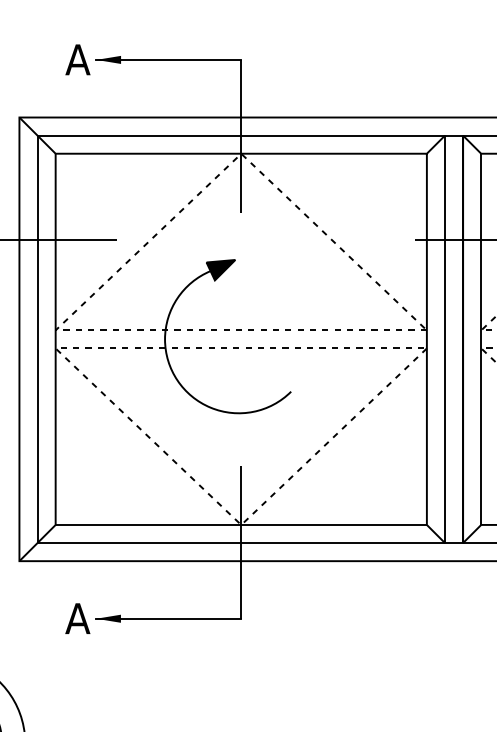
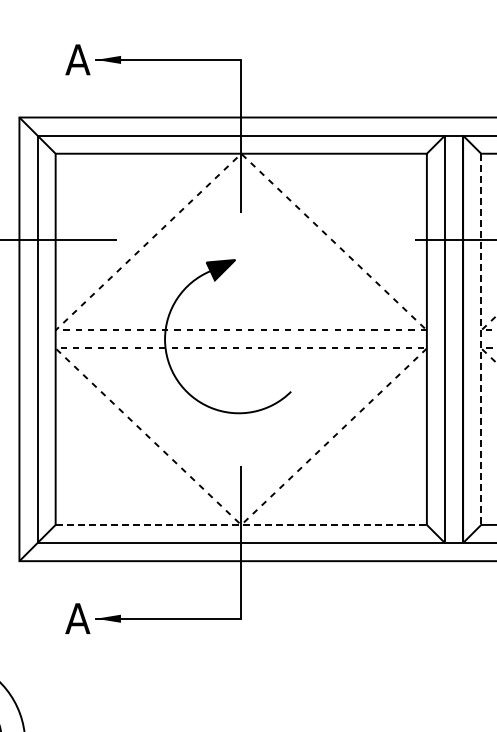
line at (481, 339): solid -> dashed
line at (241, 524): solid -> dashed
